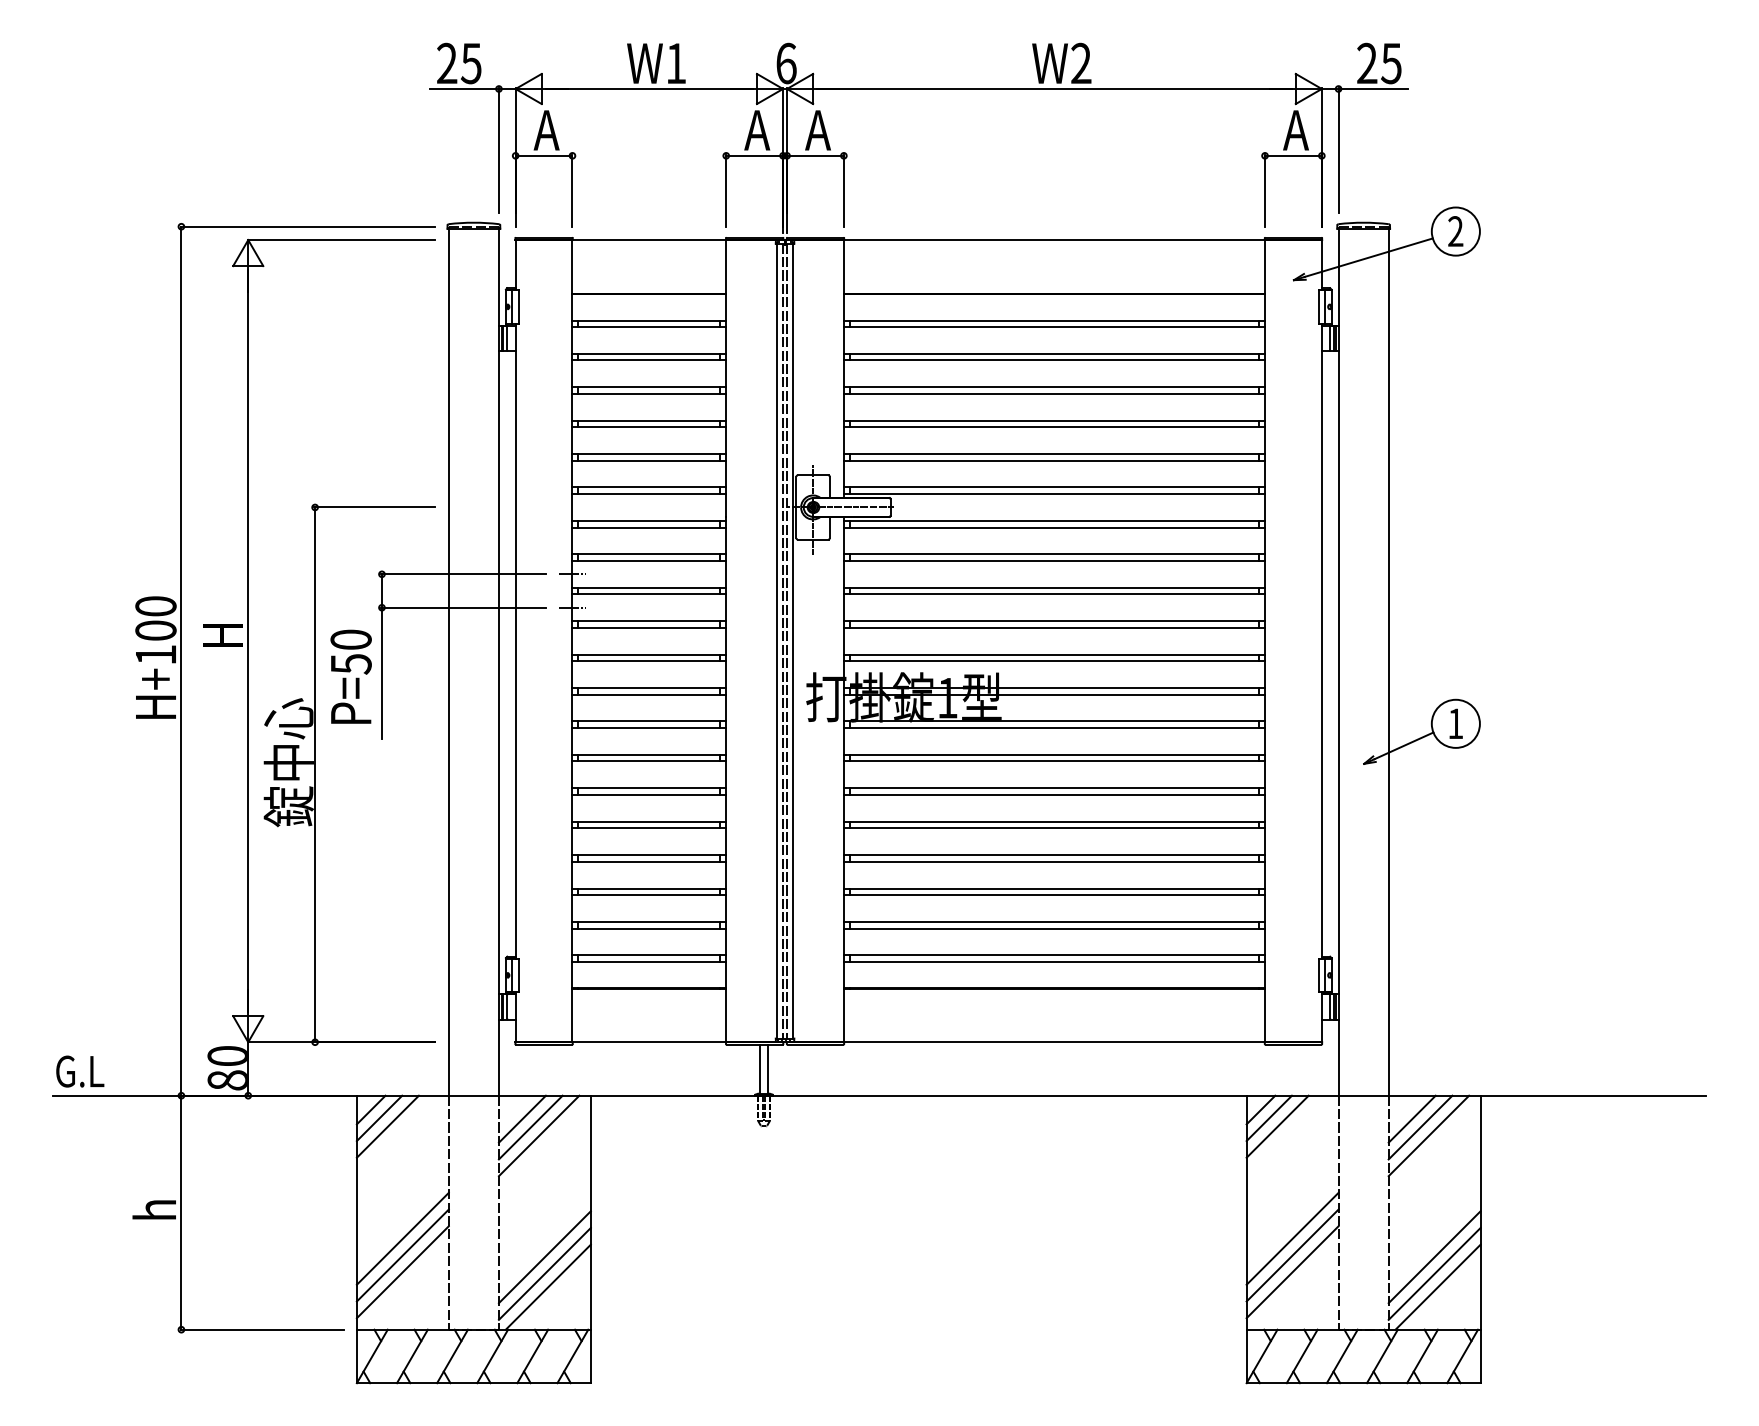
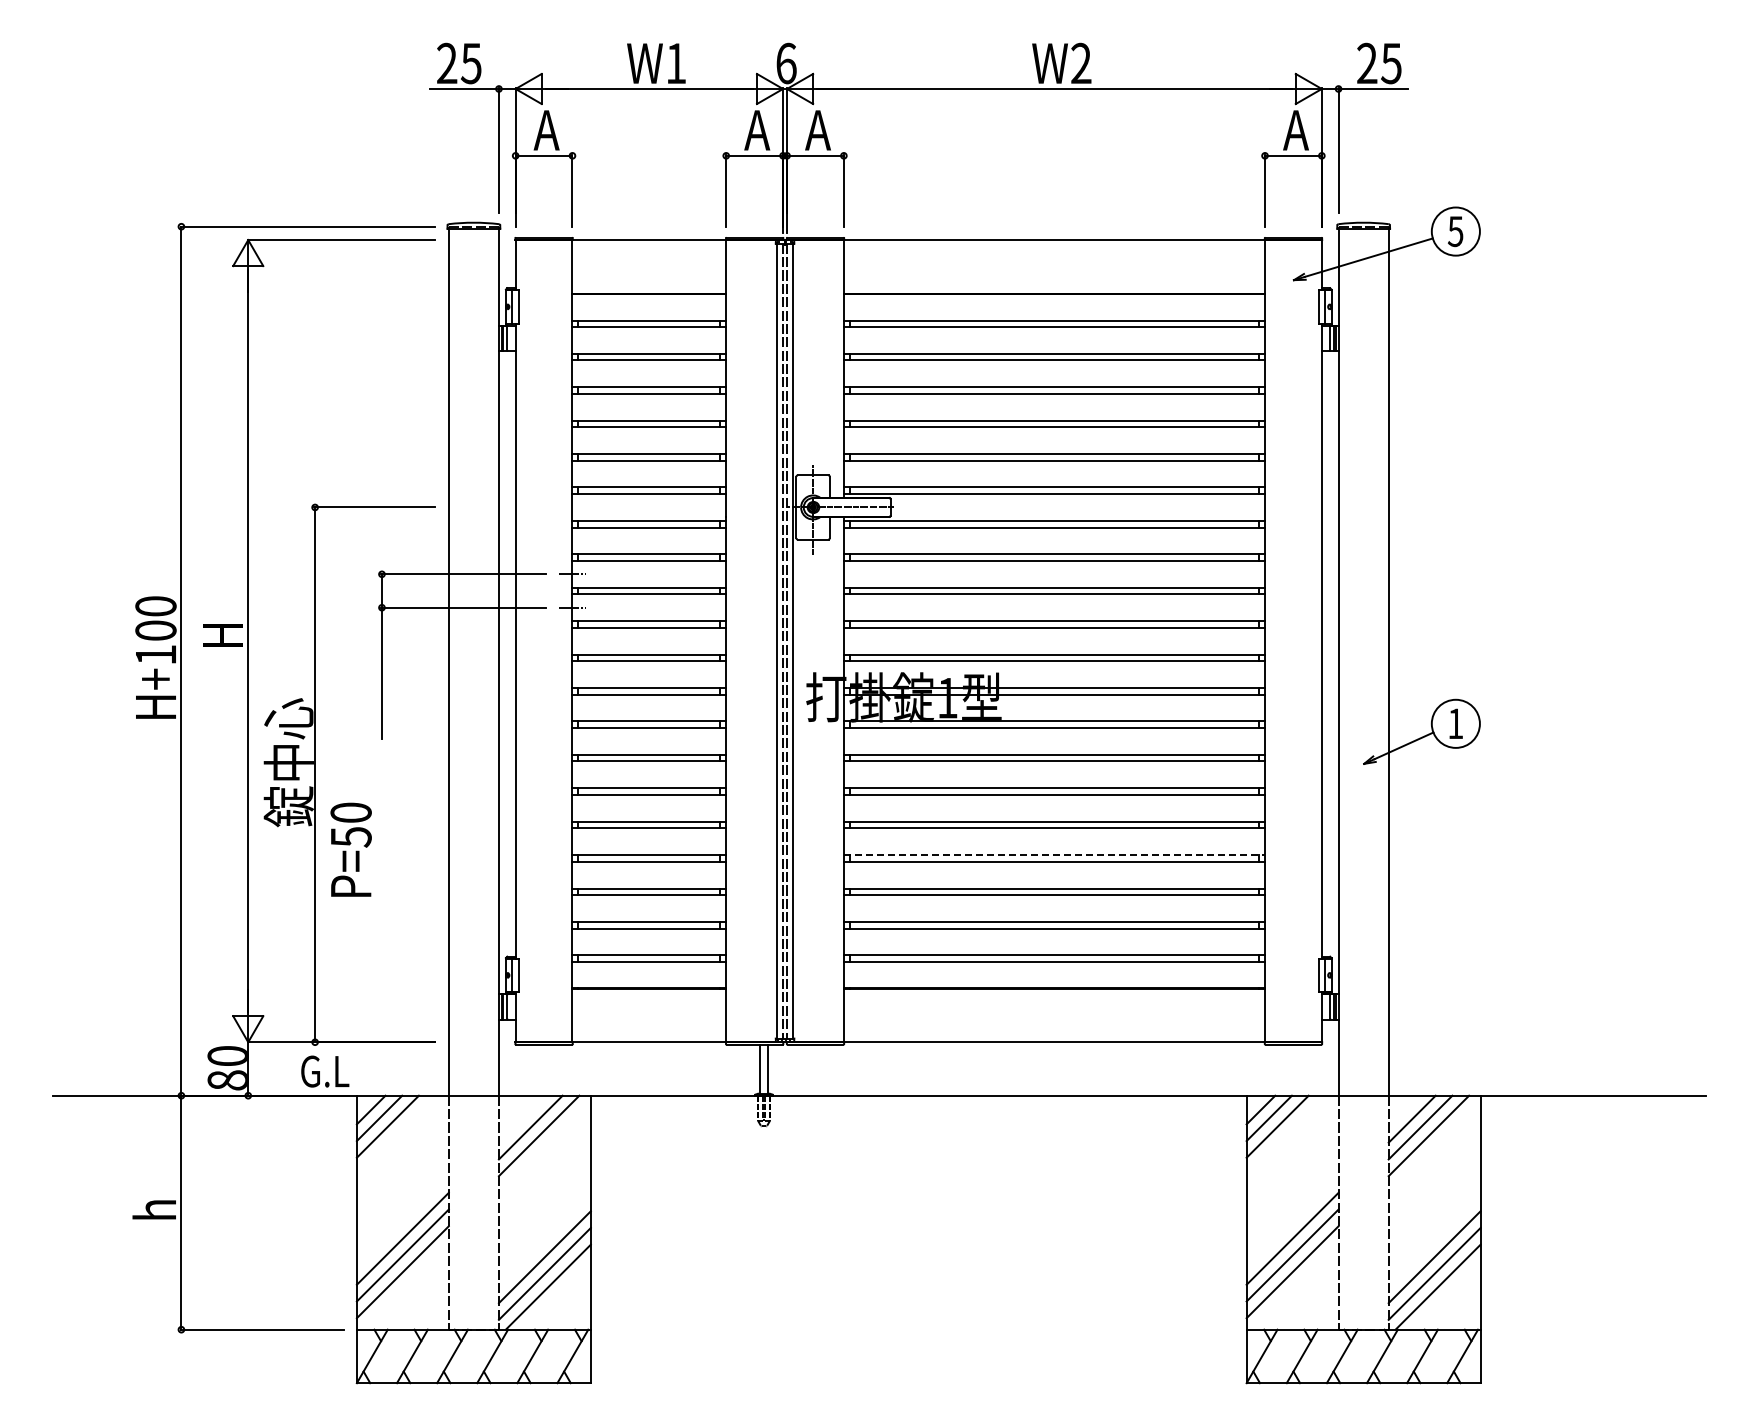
text at (1455, 231): 2 -> 5
text at (350, 676) position: (350, 676) -> (350, 849)
line at (1054, 855): solid -> dashed
text at (80, 1071) position: (80, 1071) -> (325, 1071)
line at (521, 1118): present -> none
